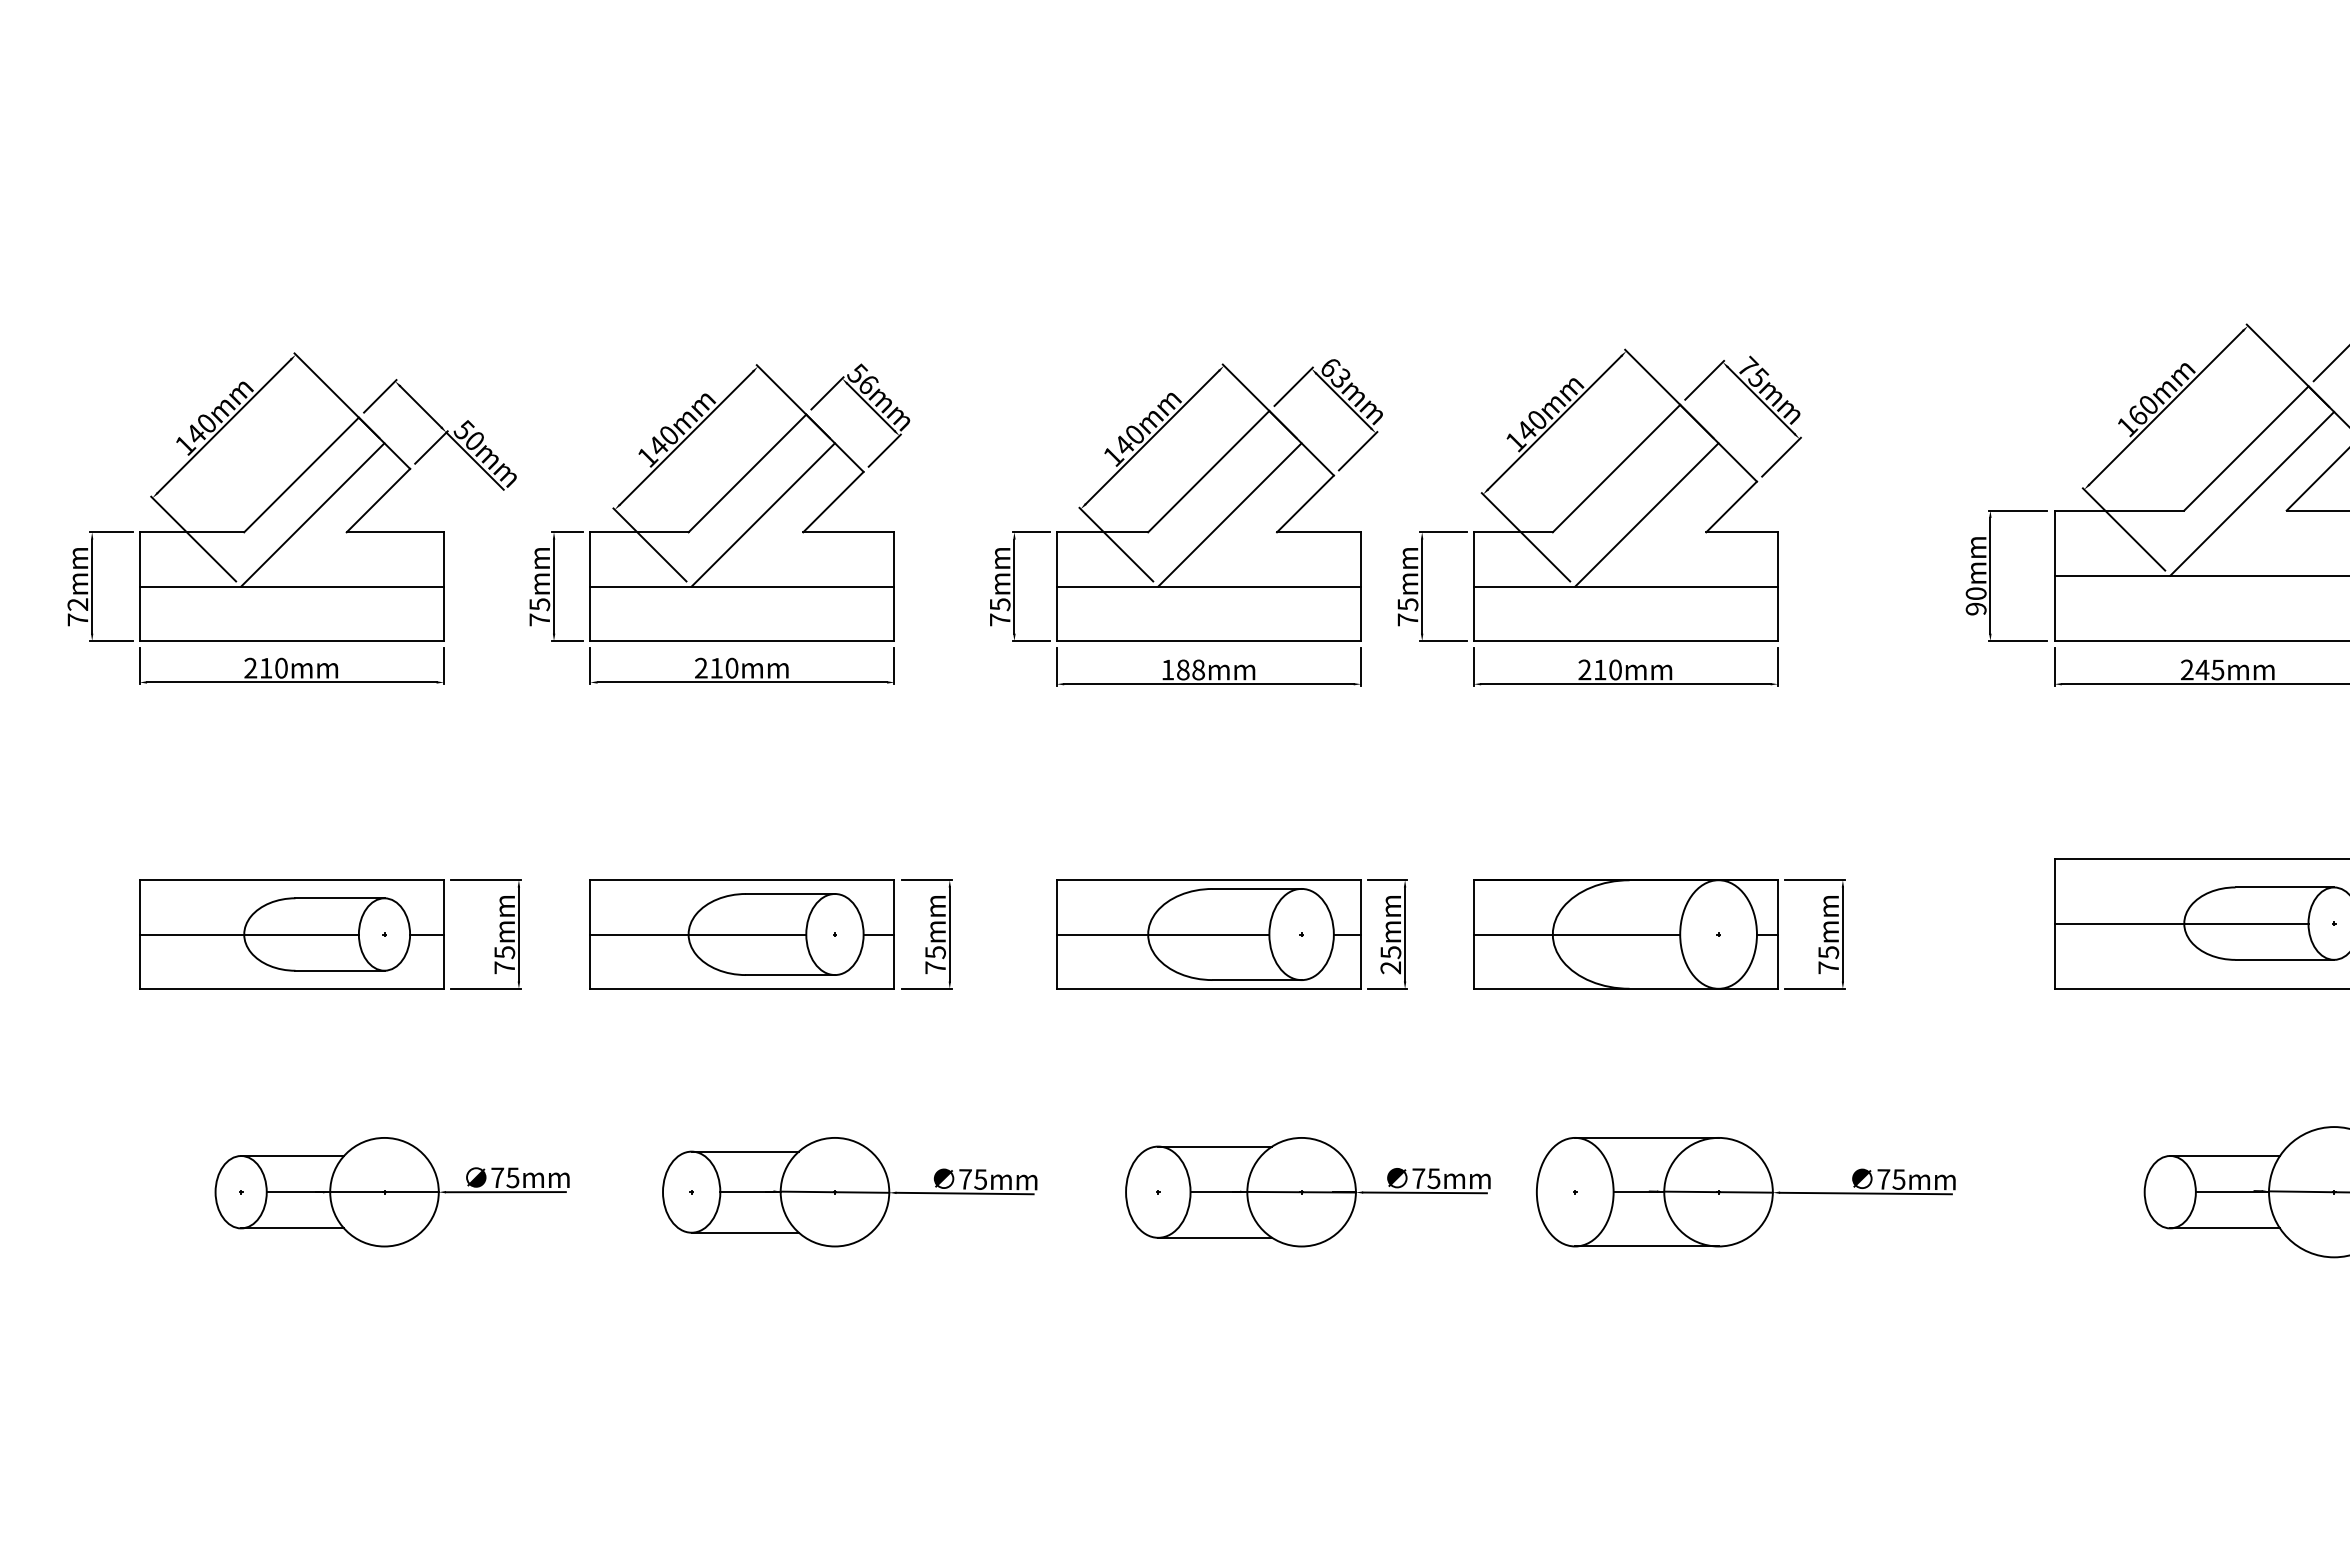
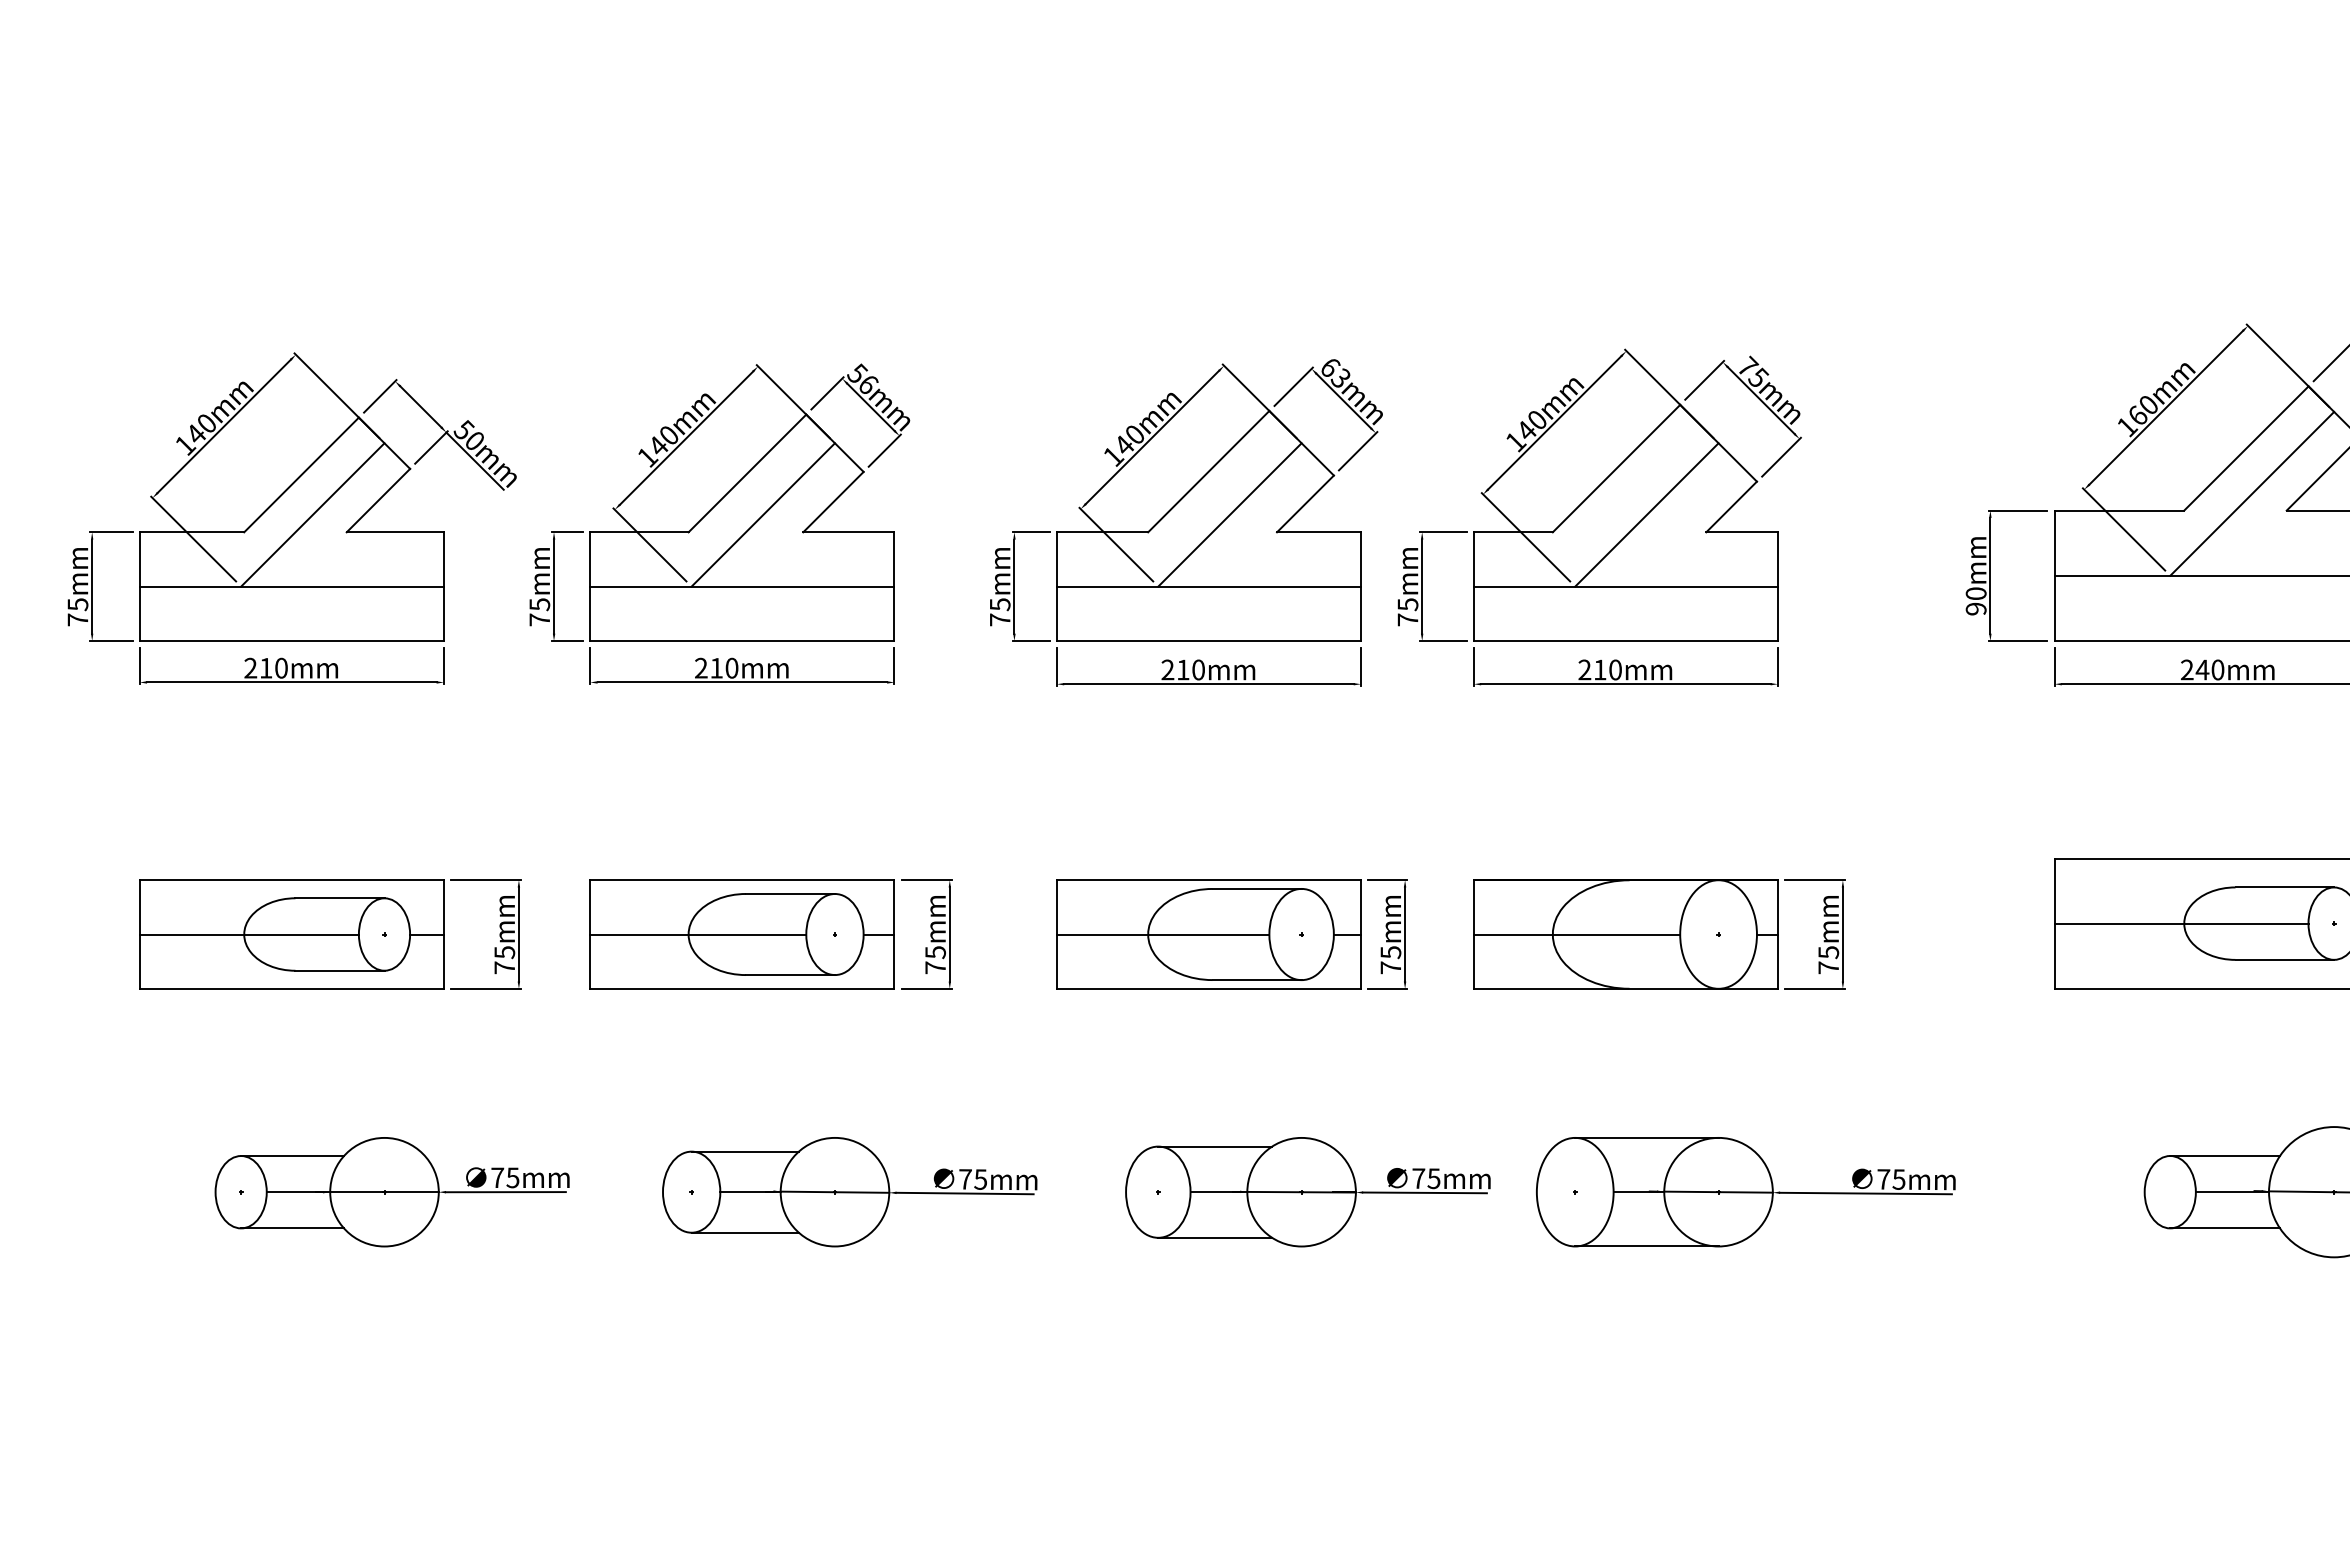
text at (77, 604): 72mm -> 75mm
text at (1182, 669): 188mm -> 210mm
text at (2217, 669): 245mm -> 240mm
text at (1390, 967): 25mm -> 75mm
